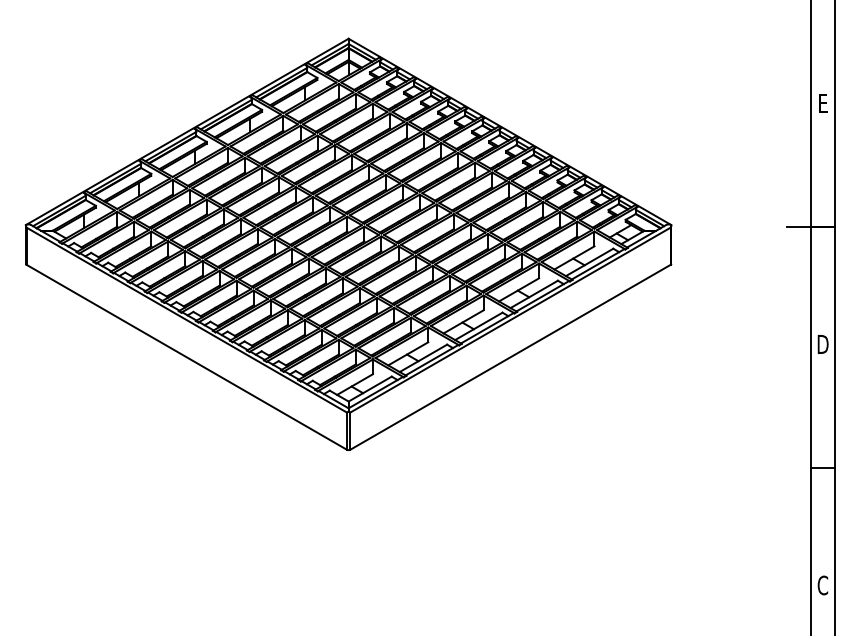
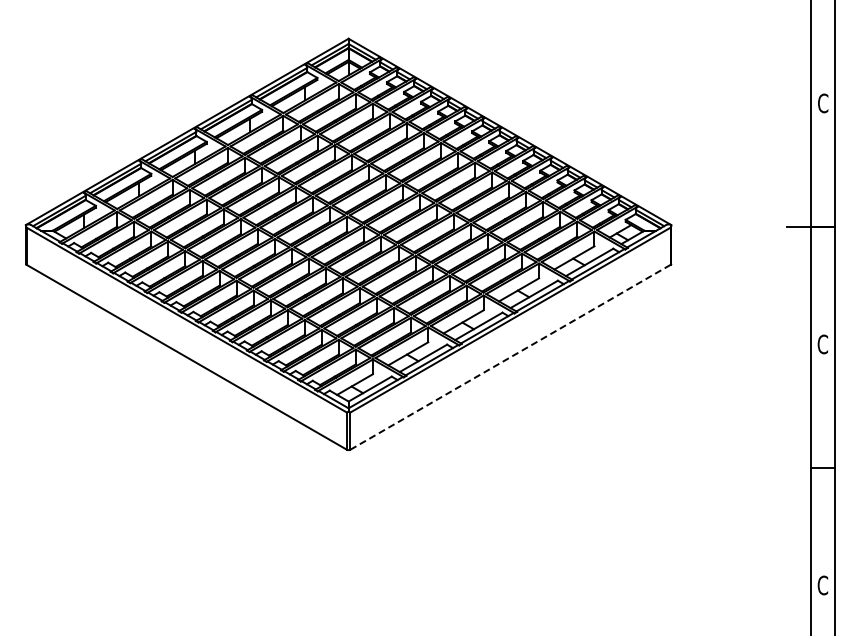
text at (823, 103): E -> C
text at (822, 344): D -> C
line at (510, 357): solid -> dashed
